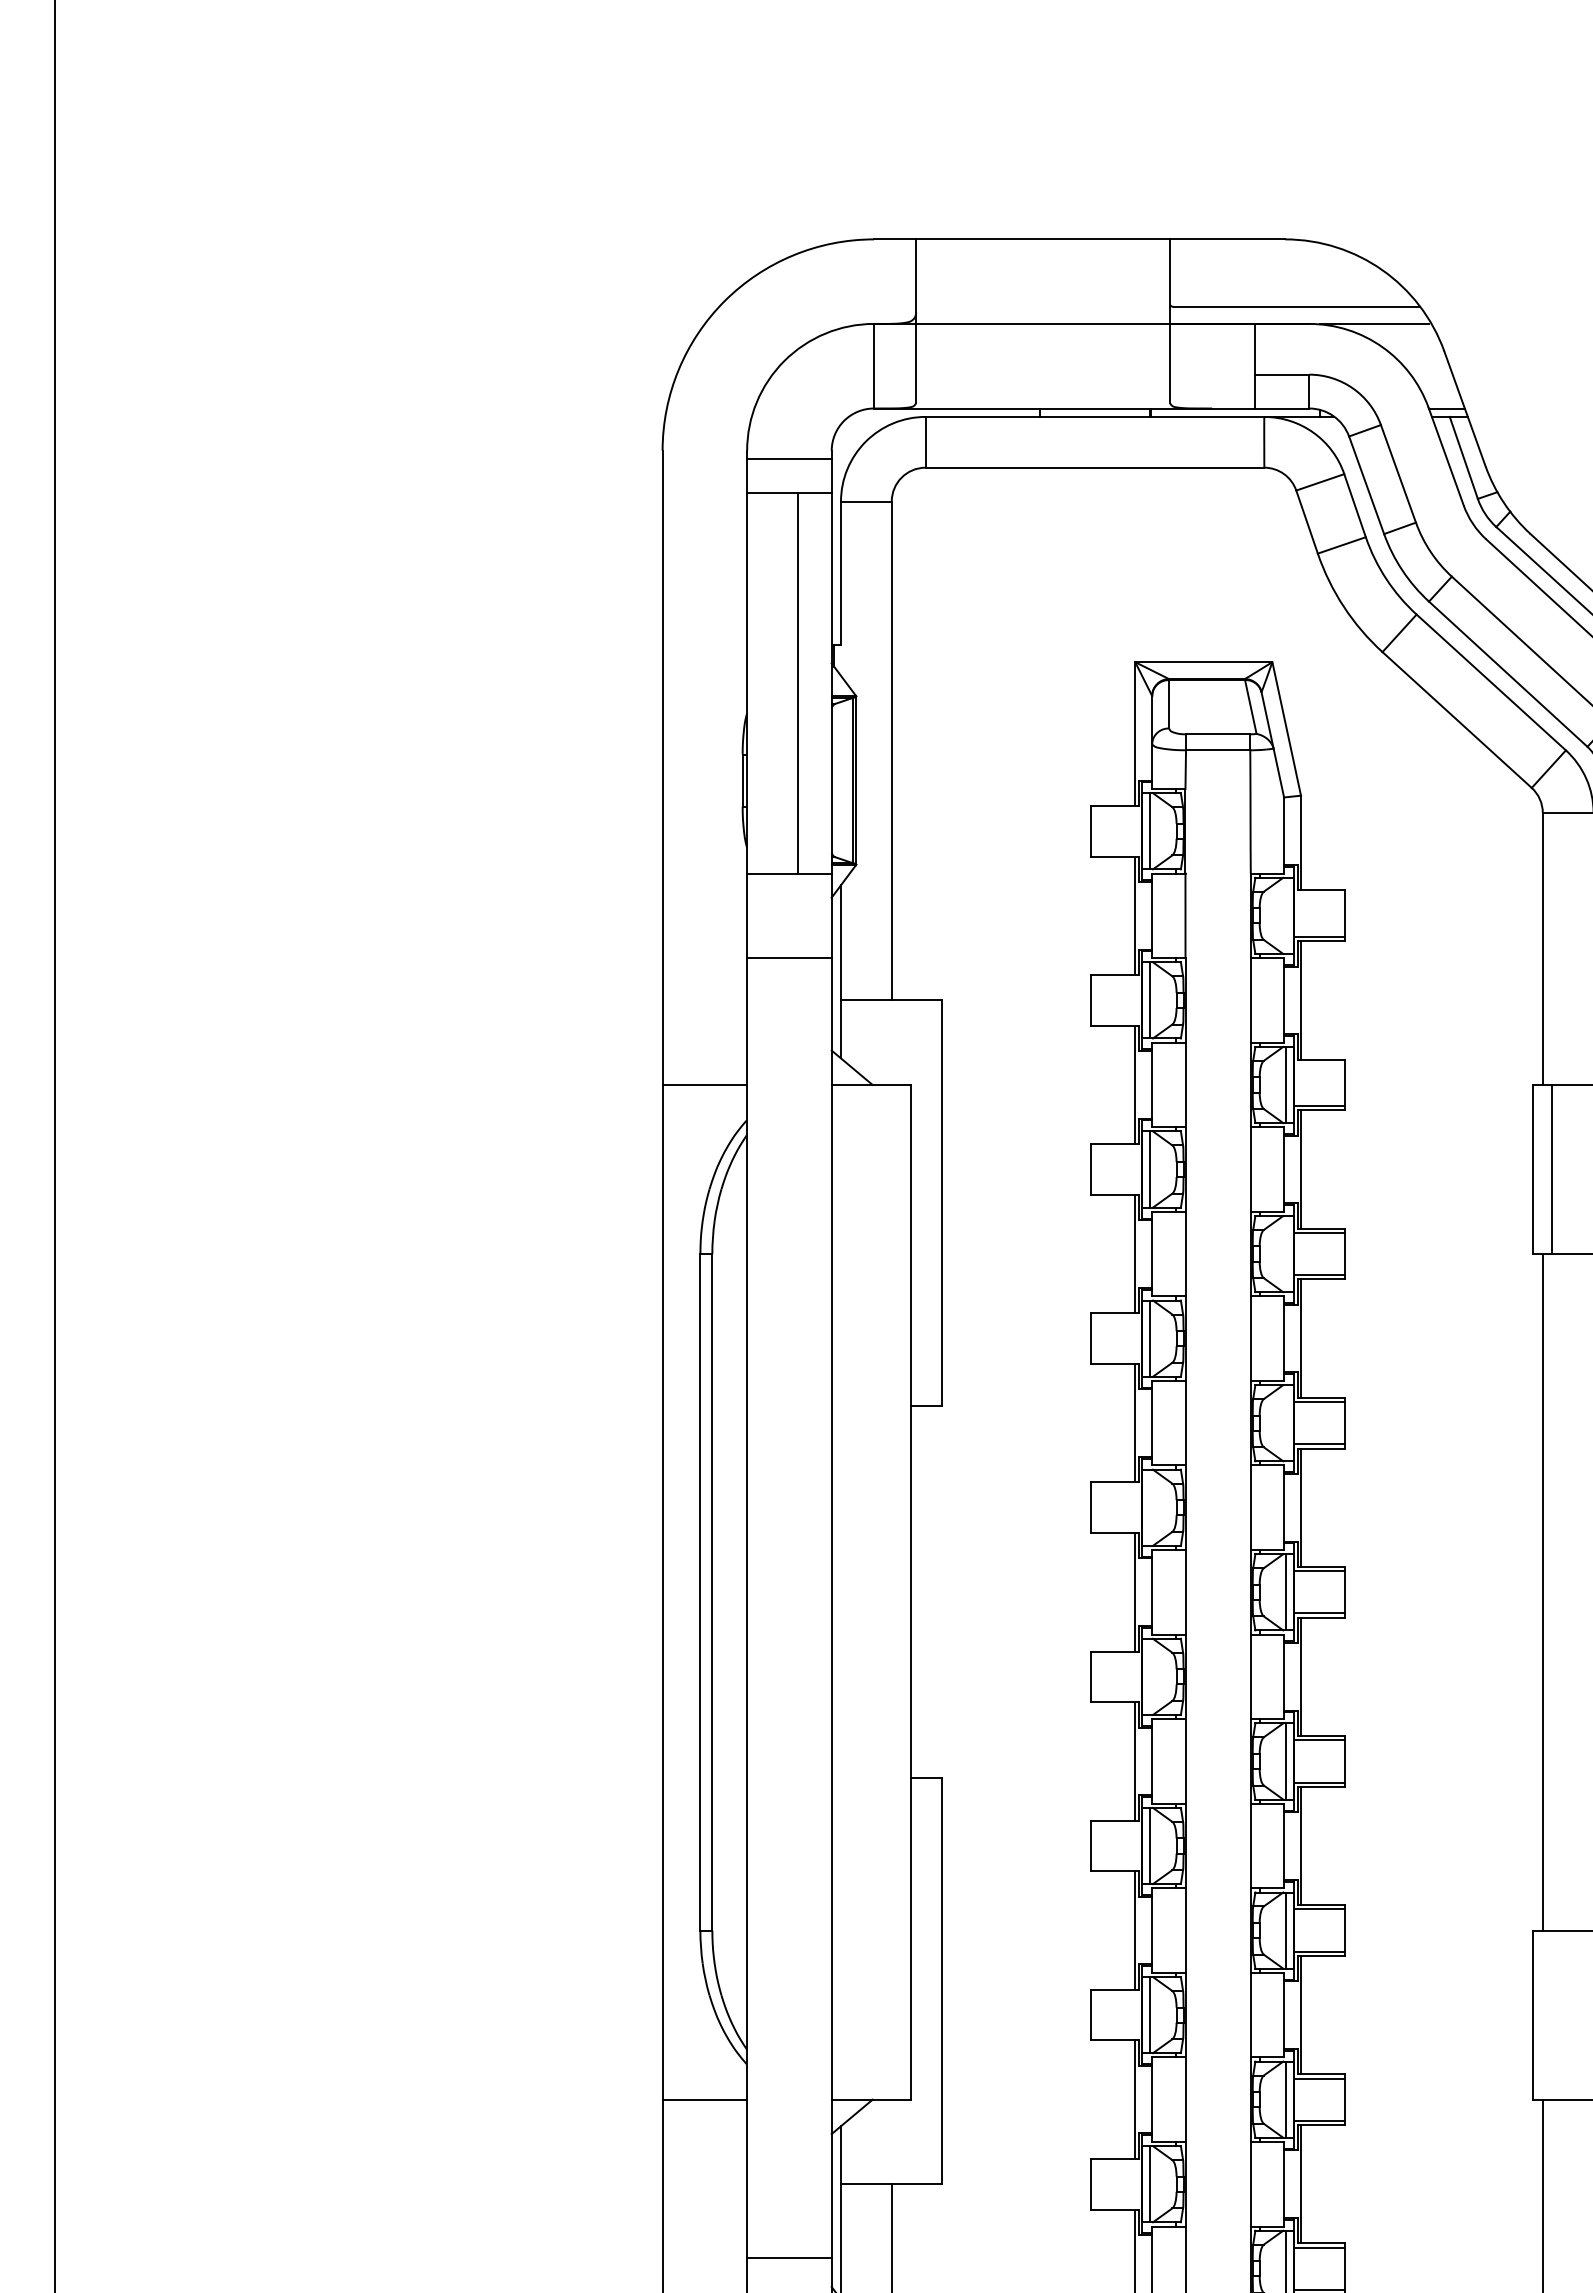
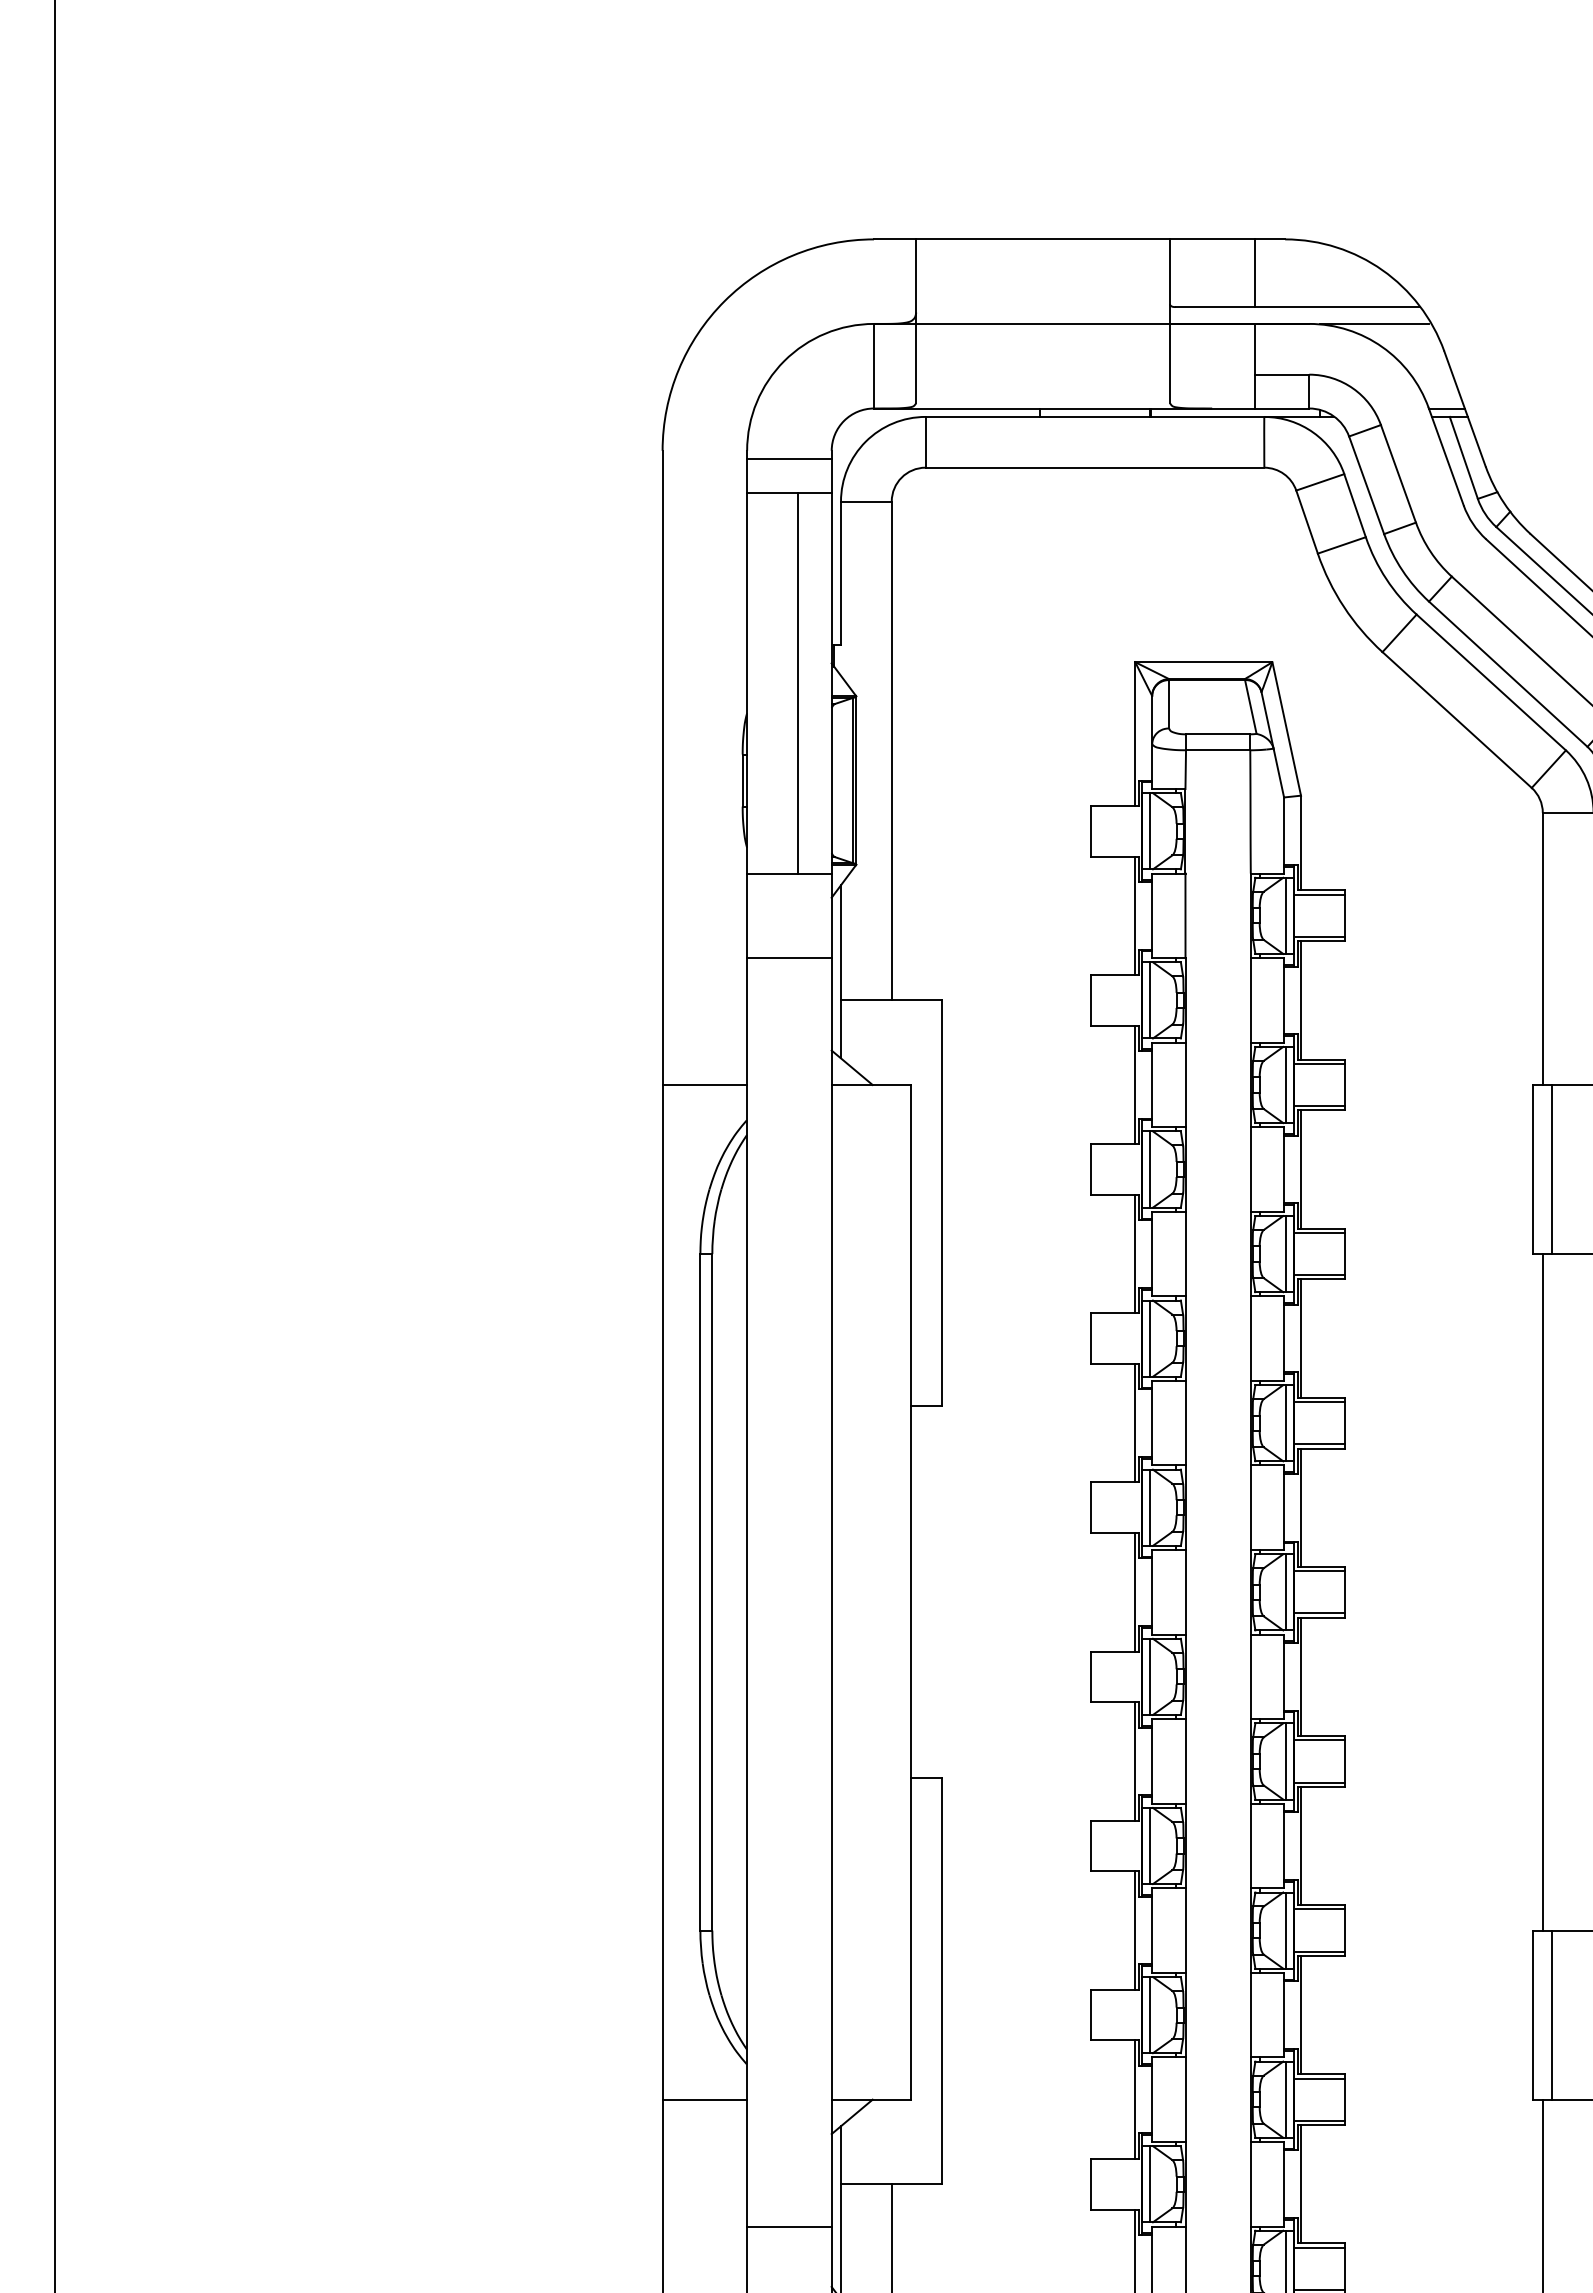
line at (1254, 273): none -> present
line at (1319, 894): none -> present
line at (1285, 915): none -> present
line at (1319, 1063): none -> present
line at (1285, 1254): none -> present
line at (1285, 1423): none -> present
line at (1150, 1507): none -> present
line at (1150, 1676): none -> present
line at (1551, 2014): none -> present
line at (789, 2257) position: (789, 2257) -> (789, 2226)
